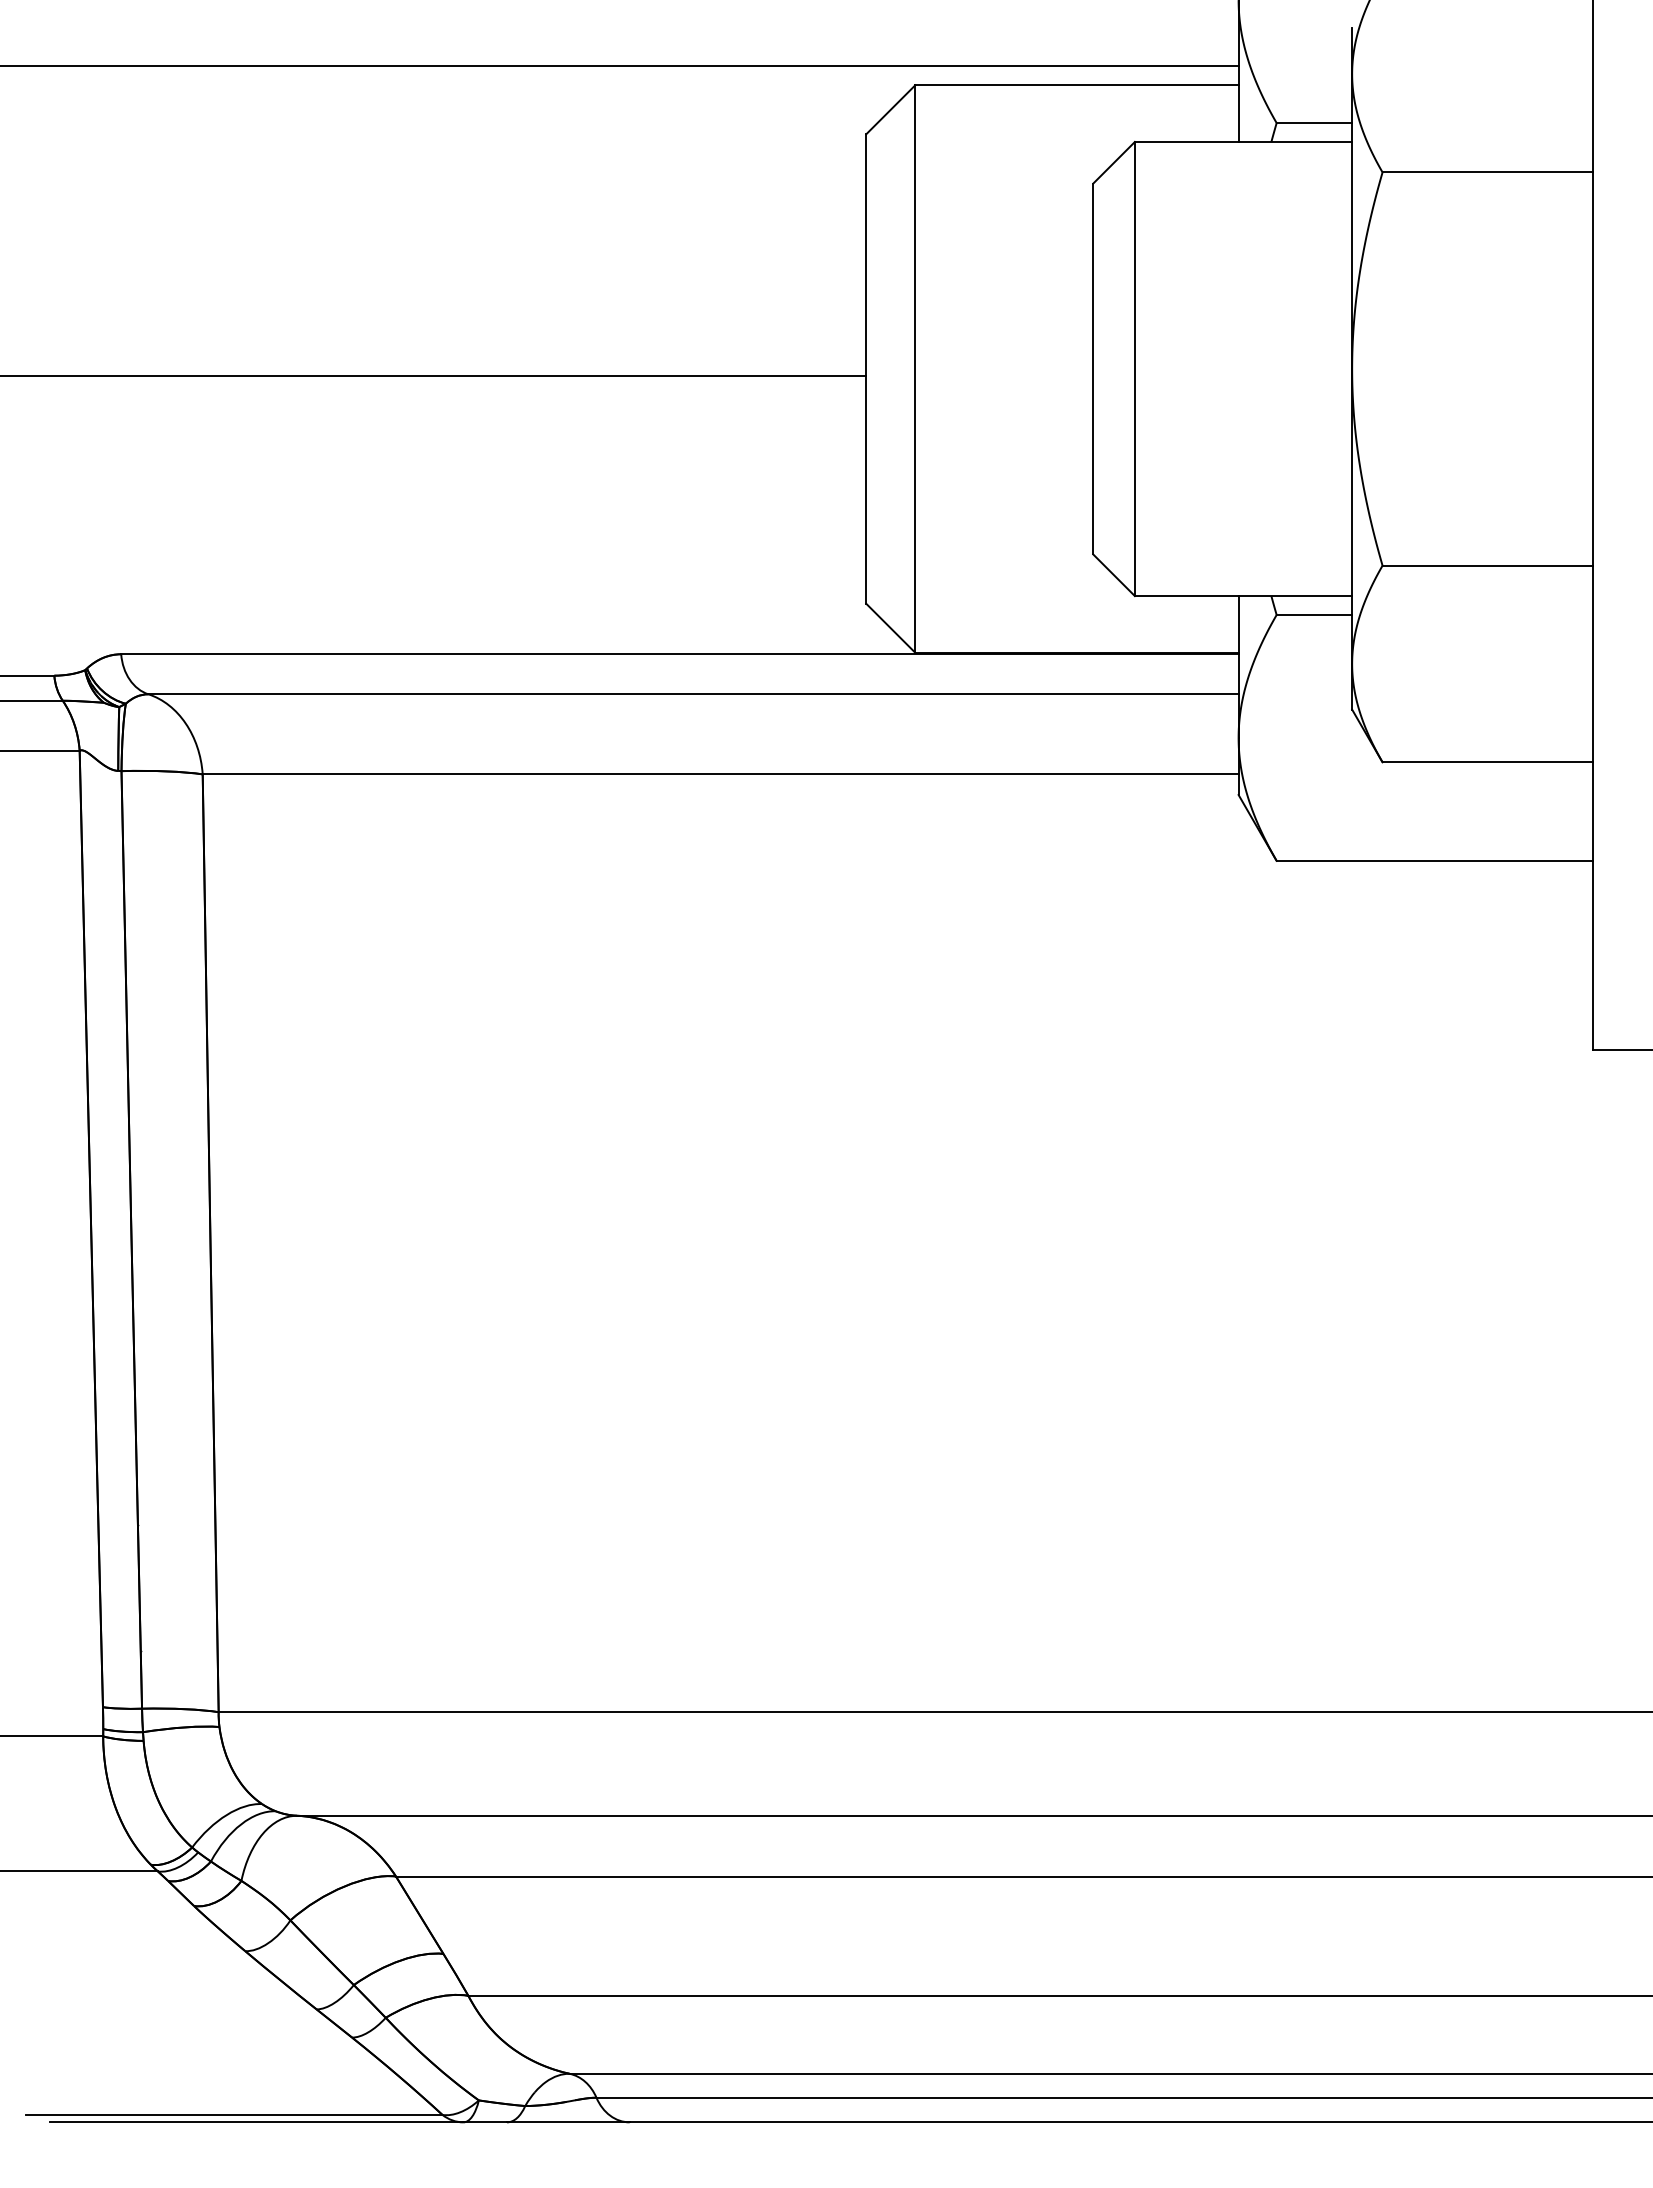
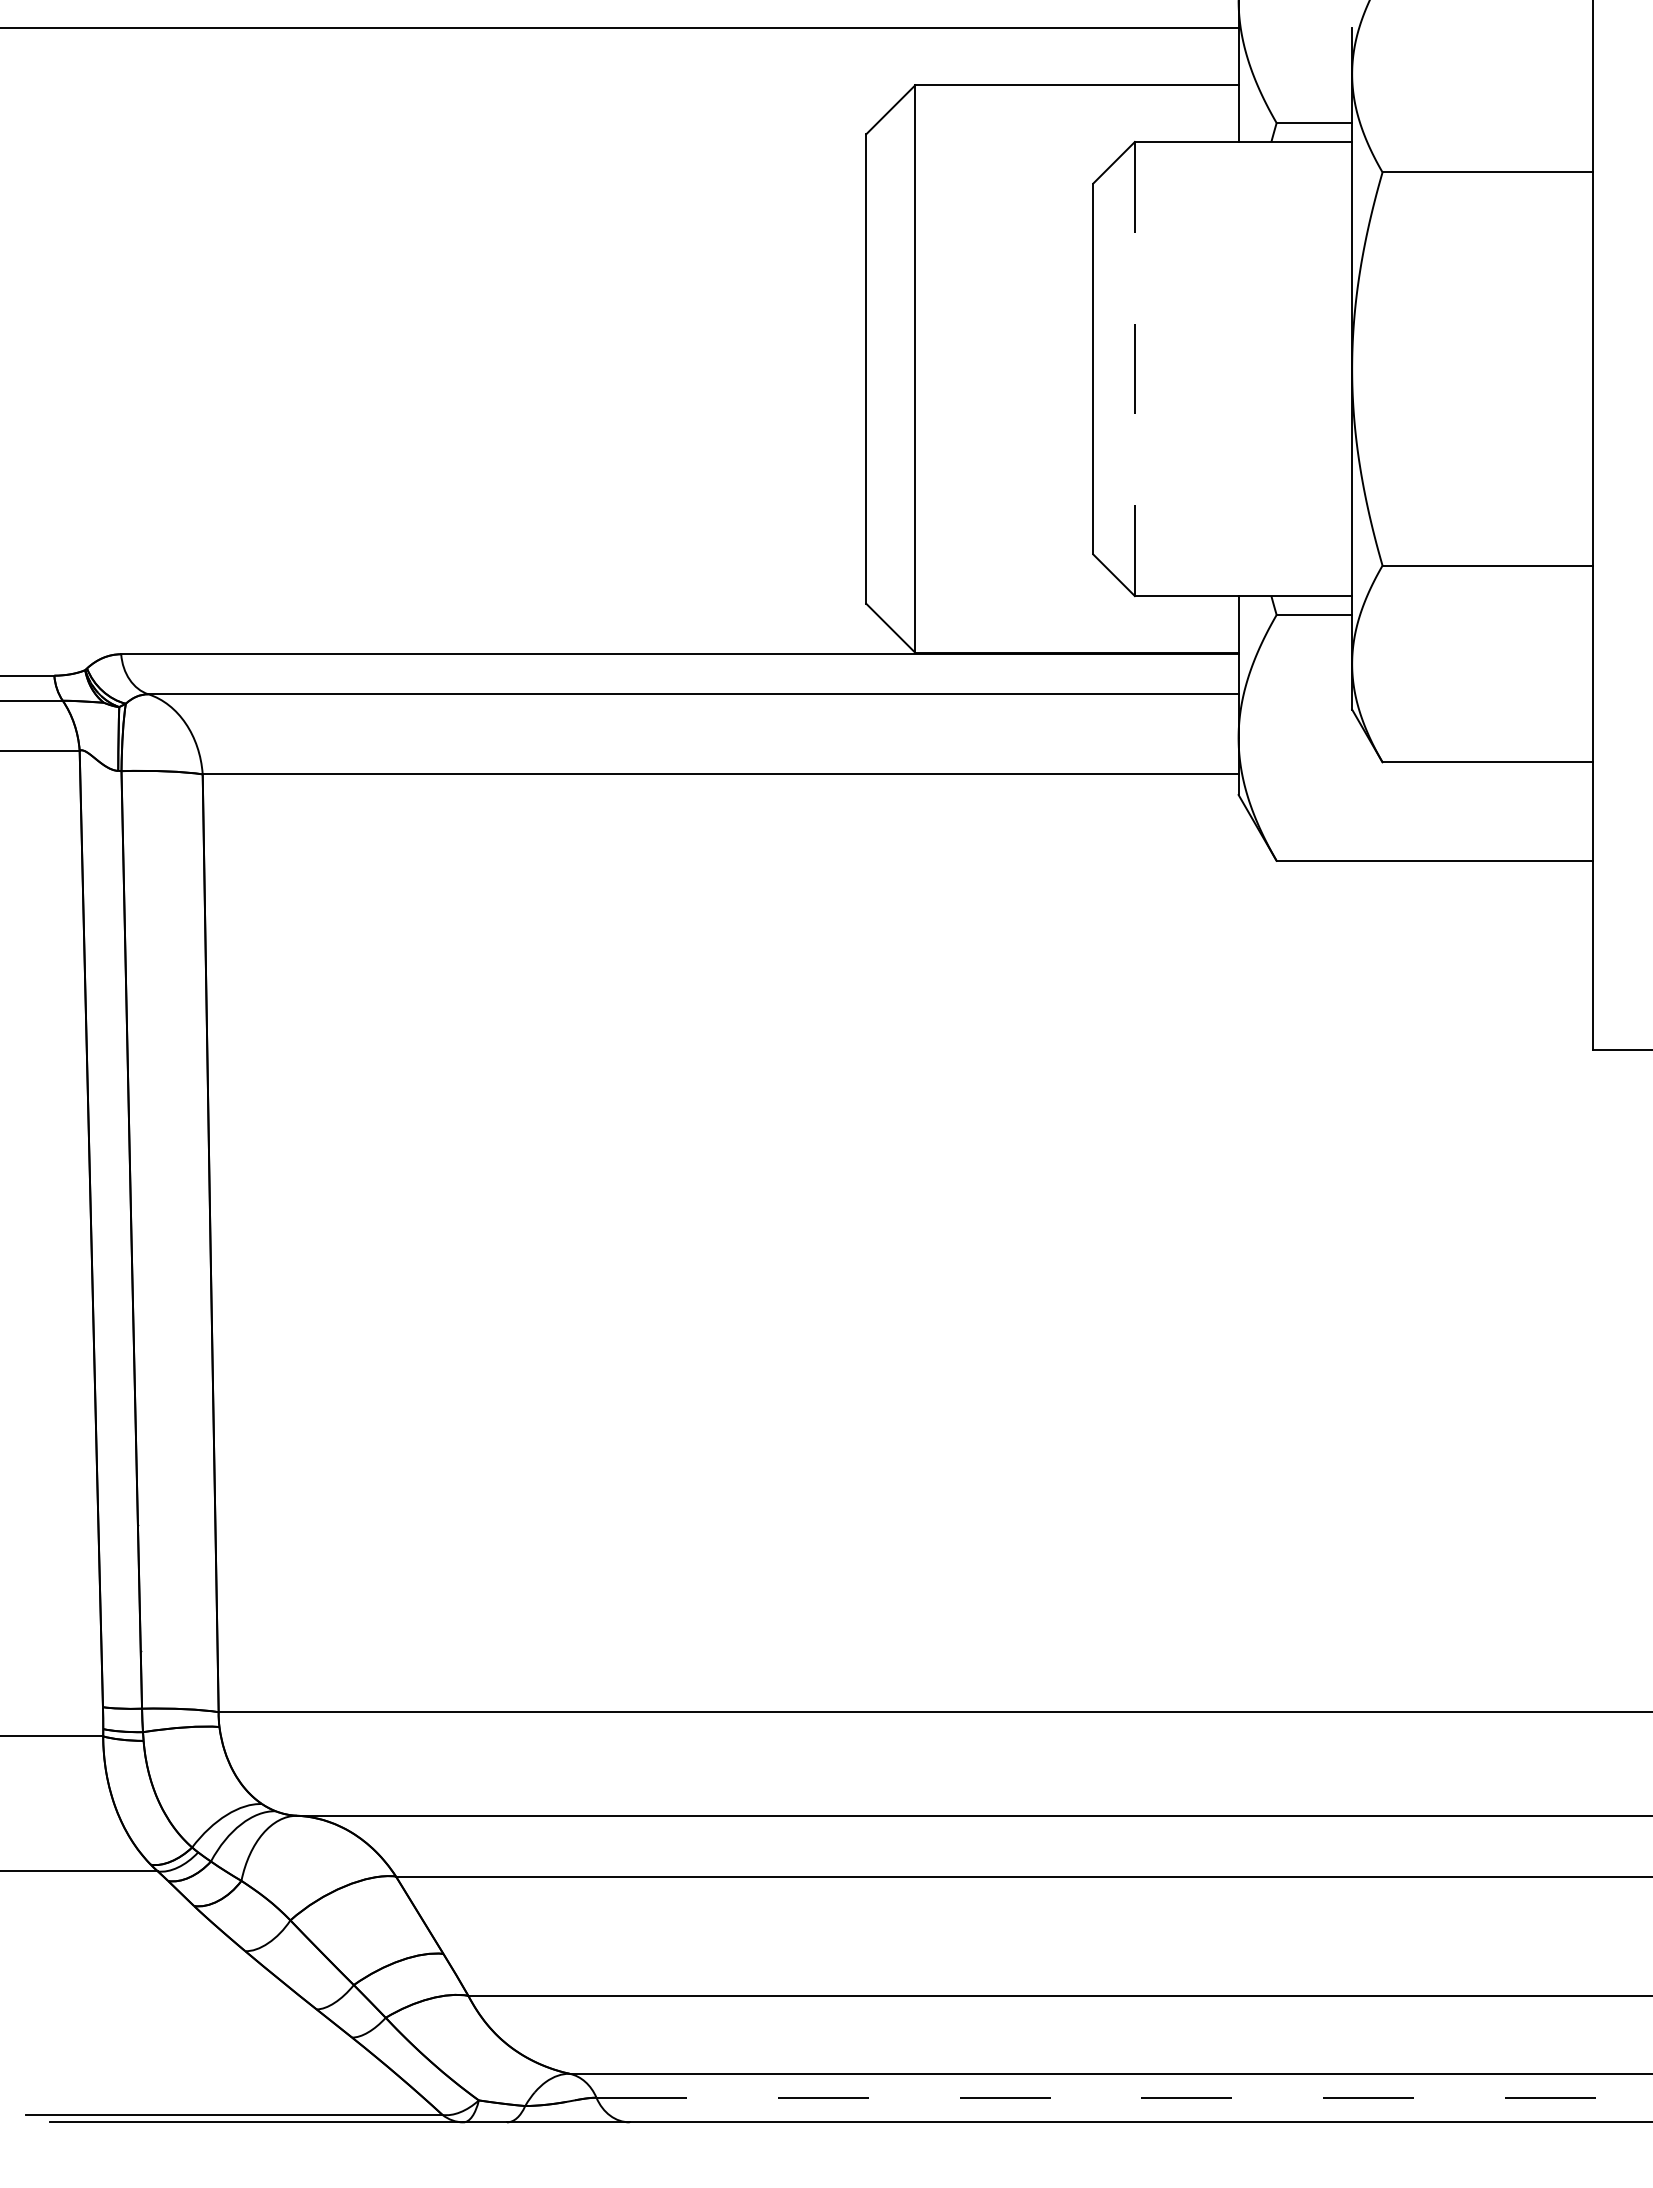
line at (620, 65) position: (620, 65) -> (620, 27)
line at (1134, 369): solid -> dashed
line at (434, 375): present -> none
line at (1124, 2097): solid -> dashed
